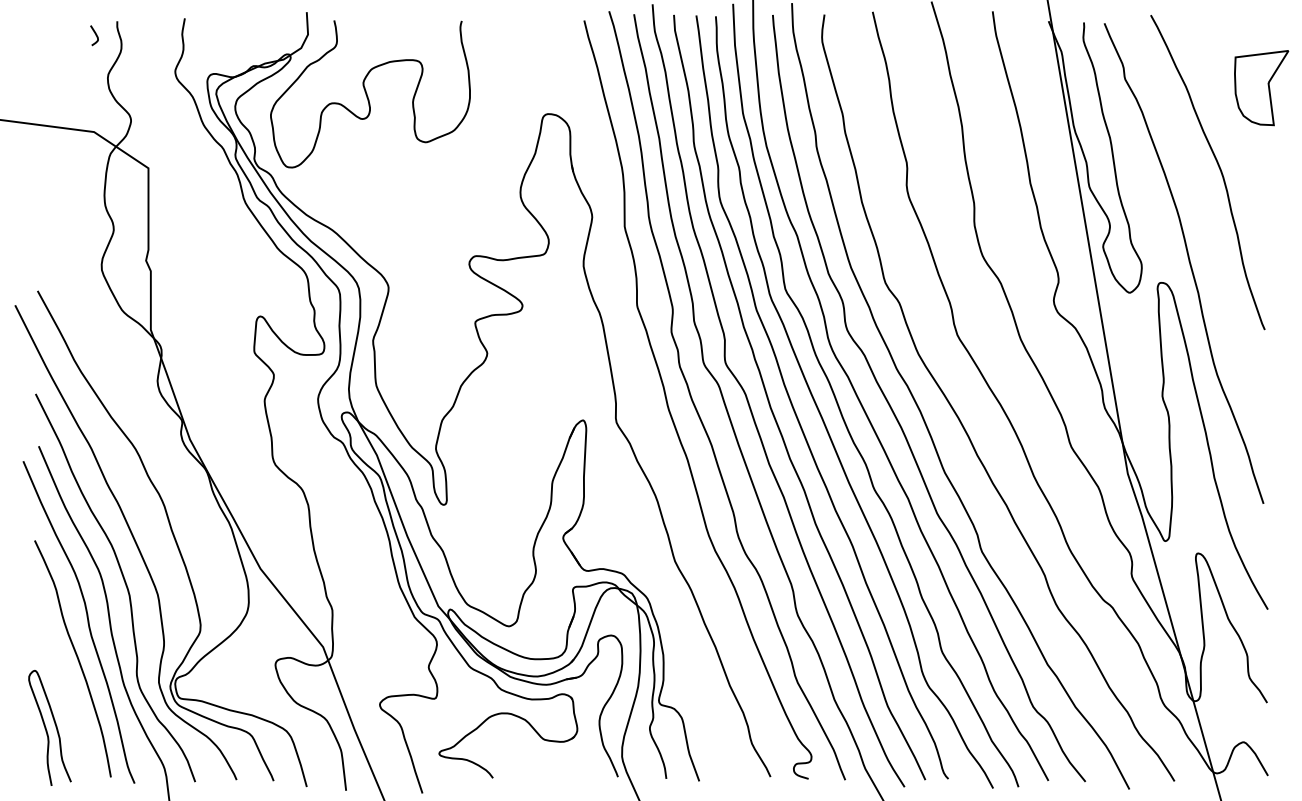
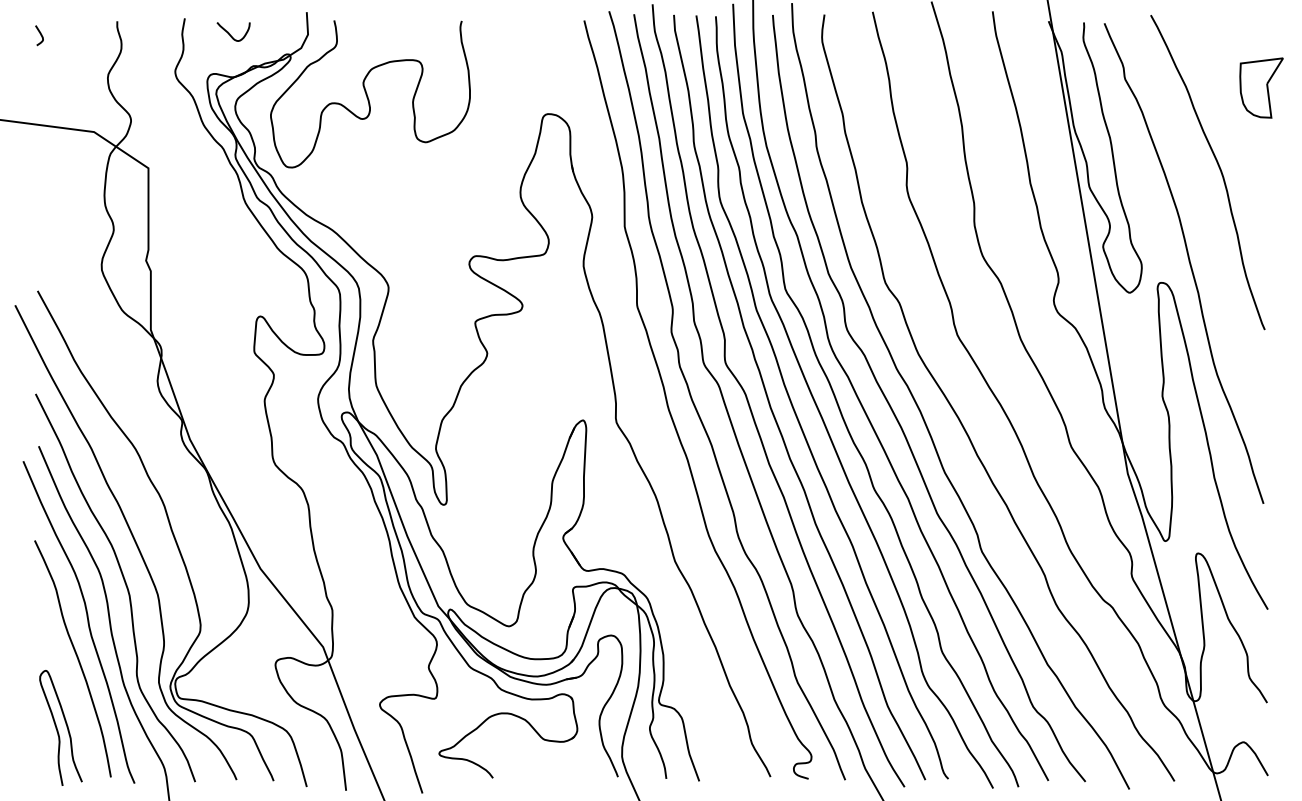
curve at (229, 32): none -> present
curve at (95, 35) position: (95, 35) -> (40, 35)
part at (1261, 88) size: 56x77 px -> 45x62 px
curve at (46, 727) position: (46, 727) -> (57, 727)
